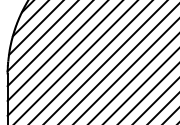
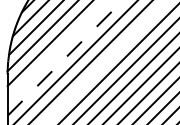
line at (56, 51): present -> none
line at (65, 57): solid -> dashed
line at (105, 61): present -> none
